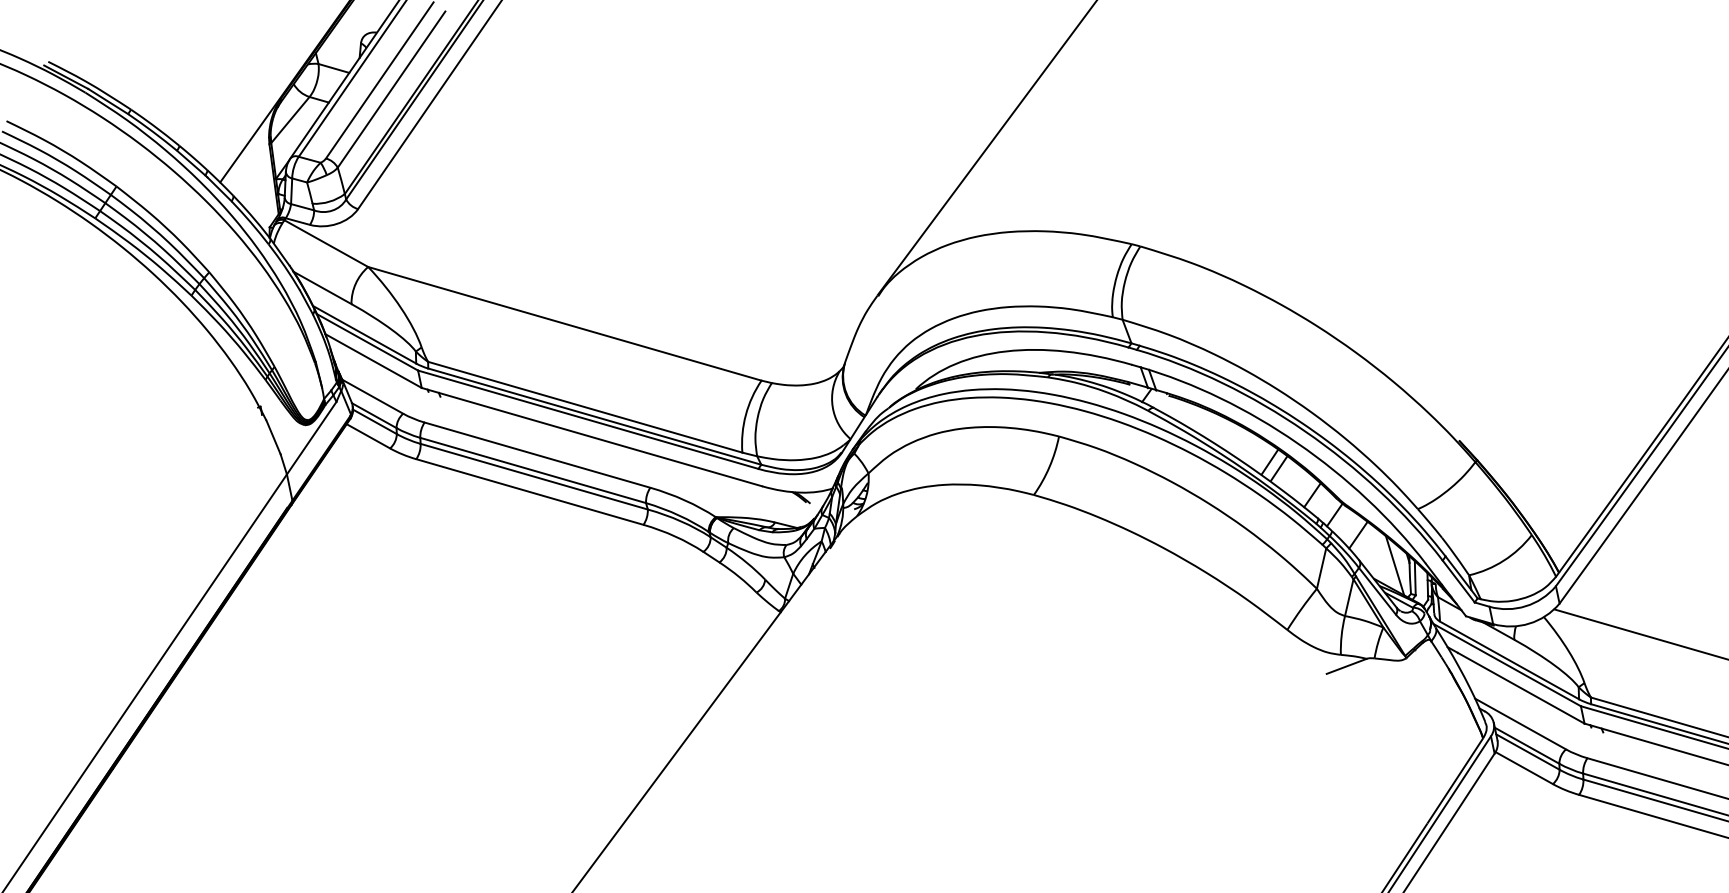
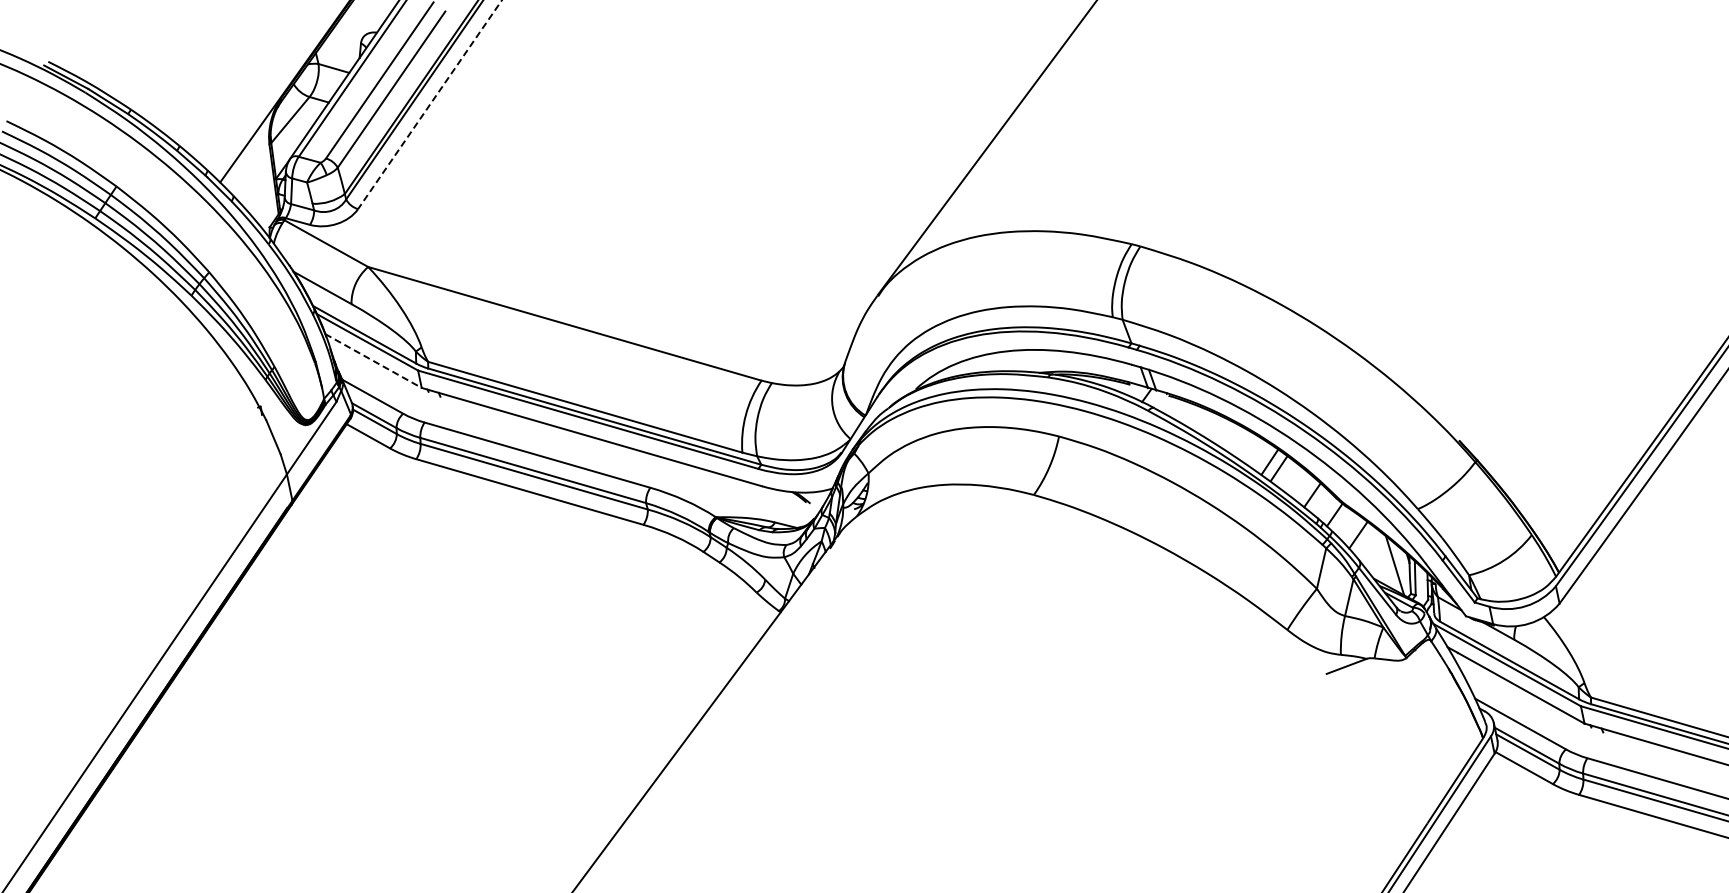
line at (429, 105): solid -> dashed
line at (373, 361): solid -> dashed
line at (1639, 633): present -> none
